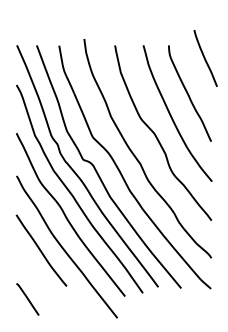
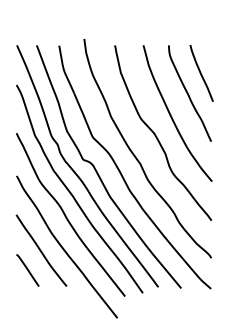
curve at (205, 58) position: (205, 58) -> (201, 73)
line at (27, 299) position: (27, 299) -> (27, 270)
